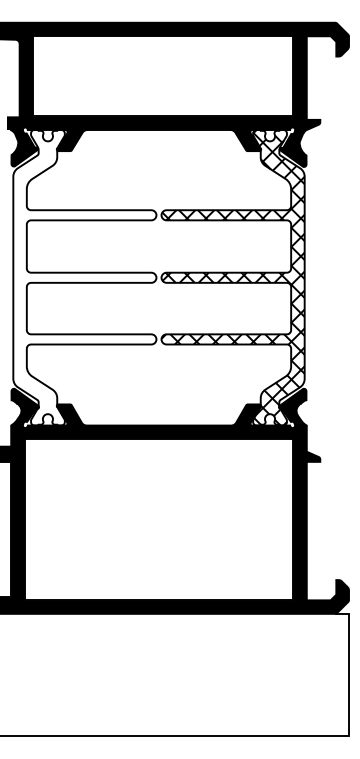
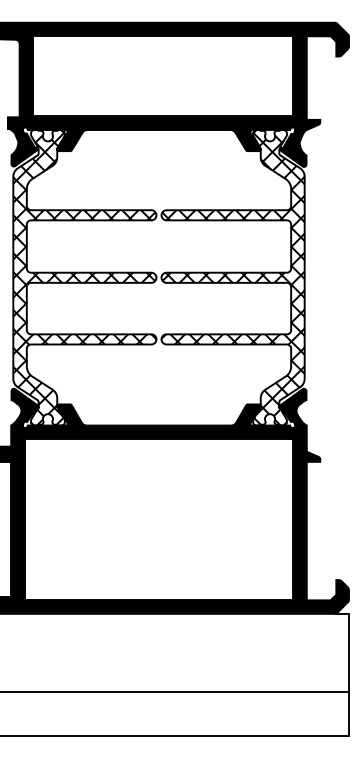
hatch at (84, 277): none -> present
line at (175, 692): none -> present
